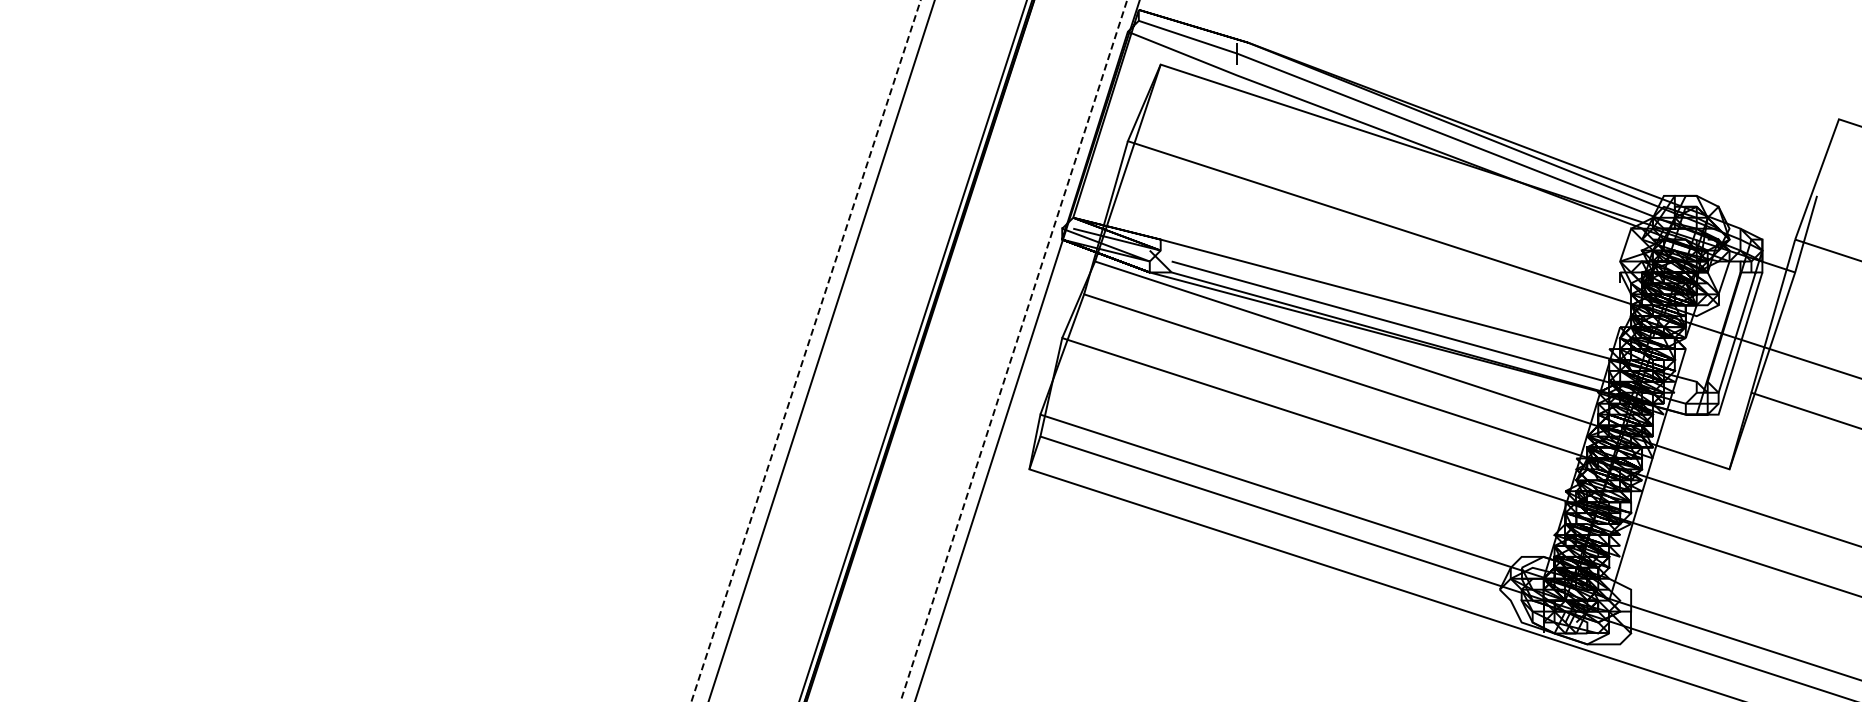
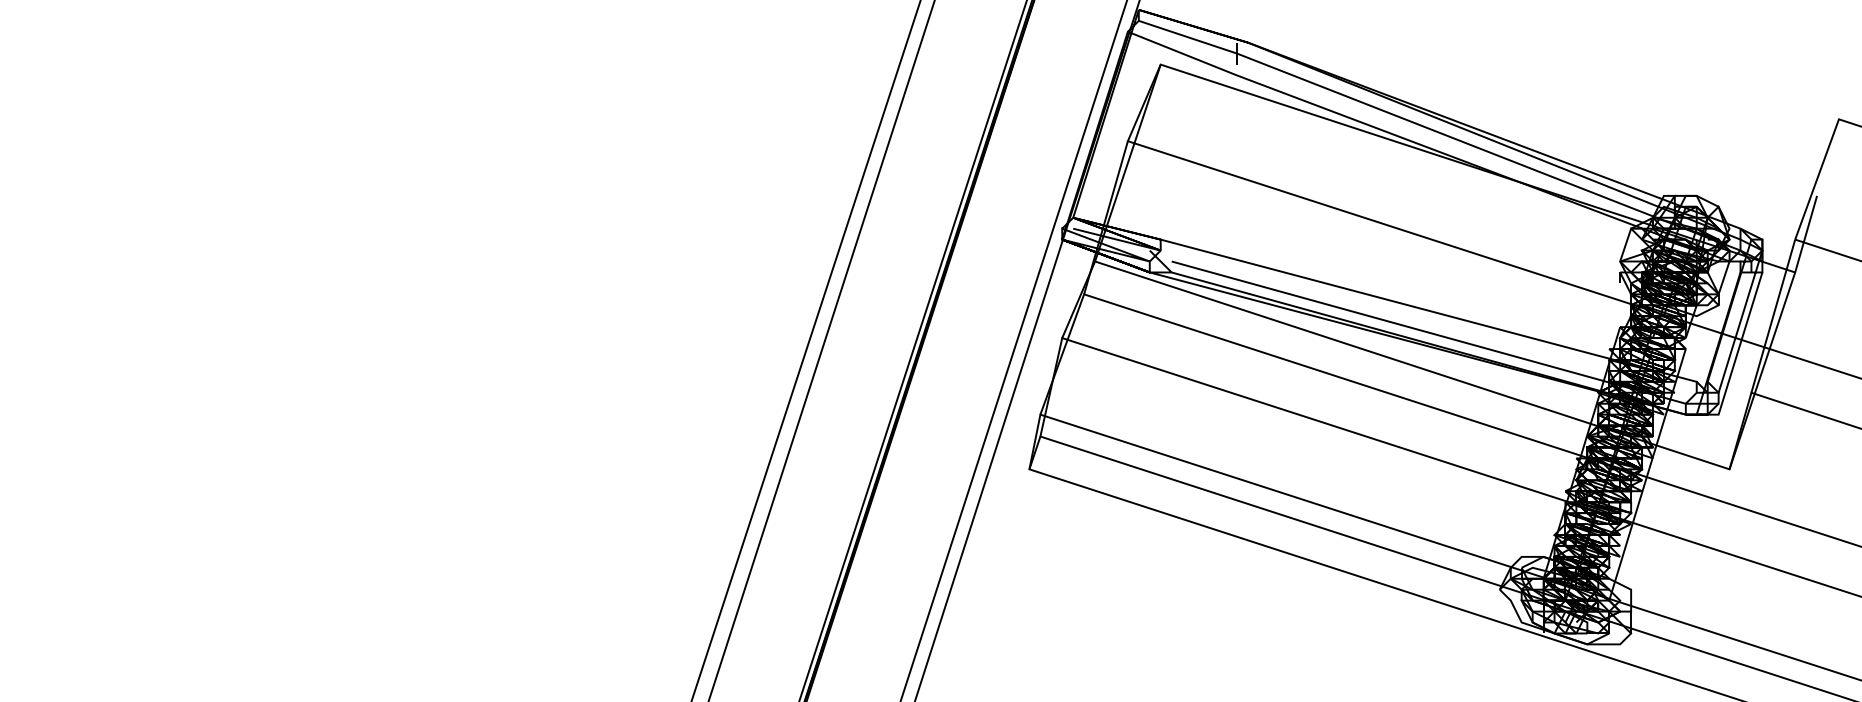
line at (805, 351): dashed -> solid
line at (1013, 351): dashed -> solid
